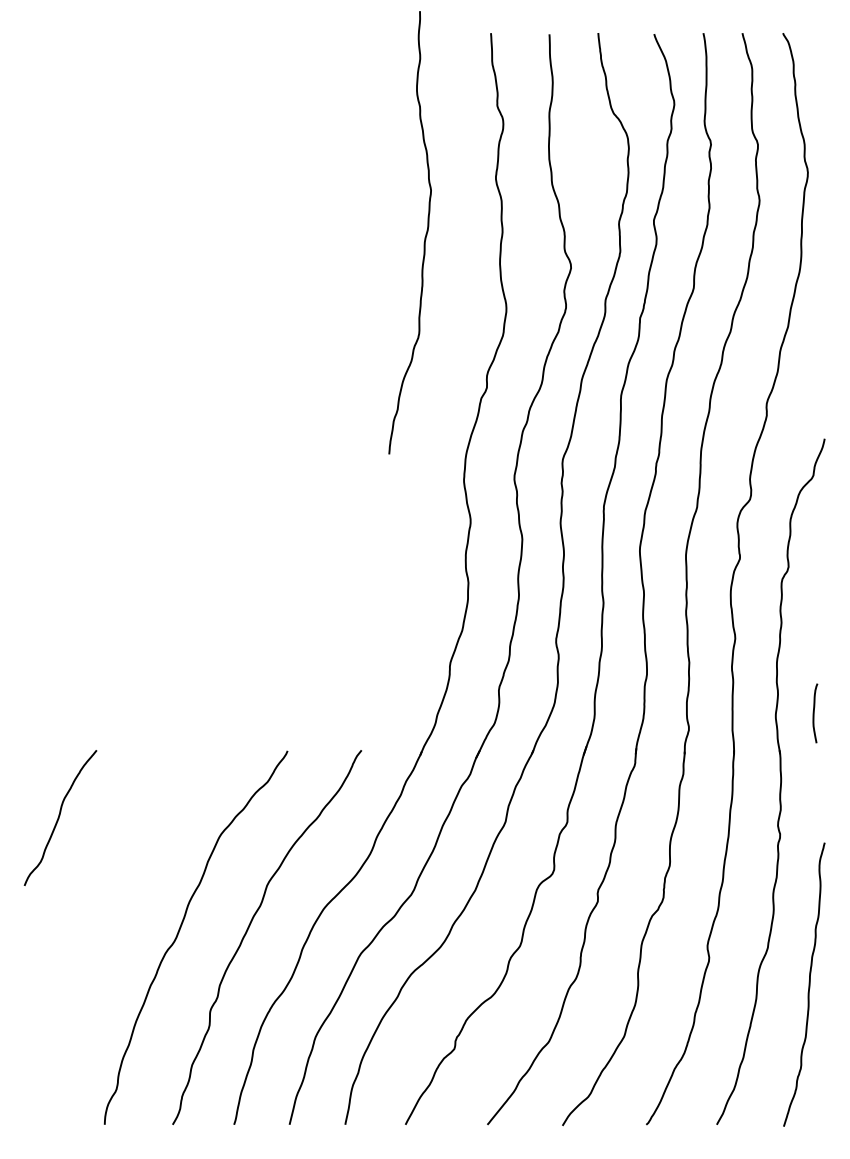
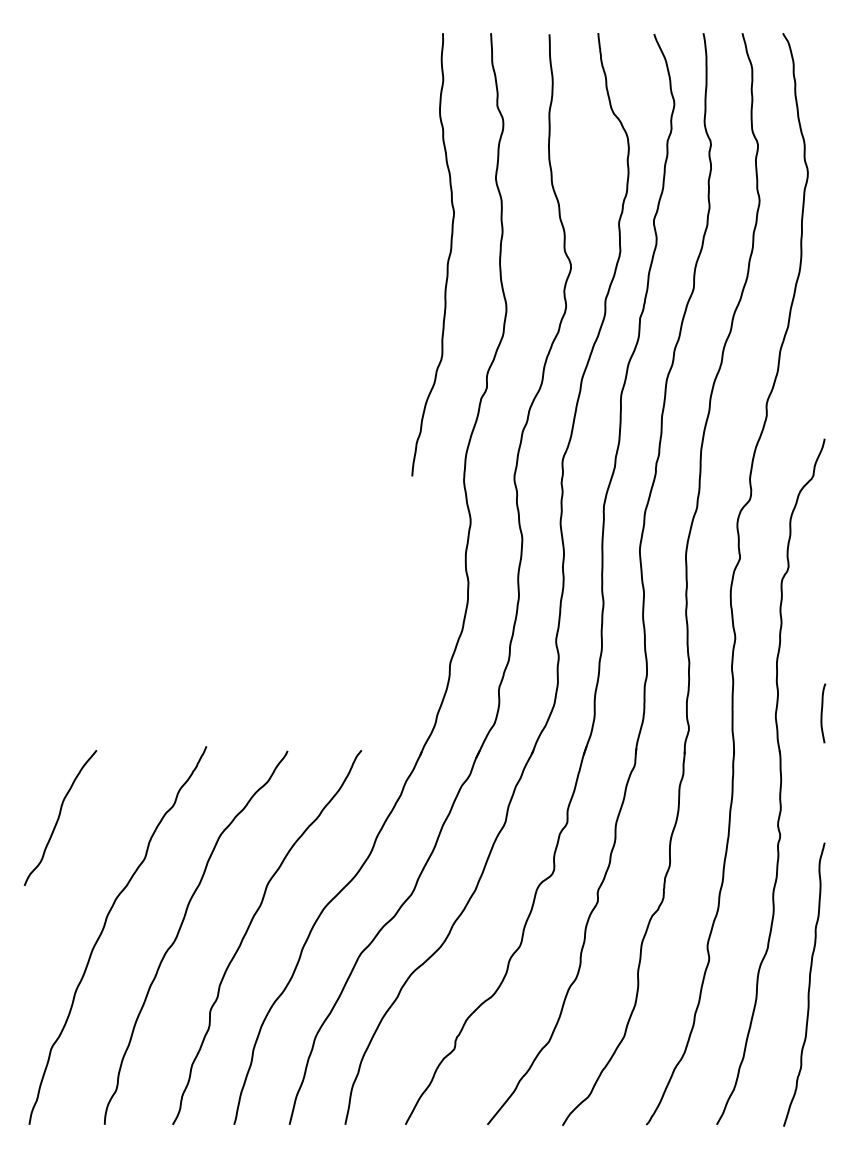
curve at (424, 237) position: (424, 237) -> (447, 259)
curve at (814, 713) position: (814, 713) -> (822, 713)
curve at (103, 931): none -> present
